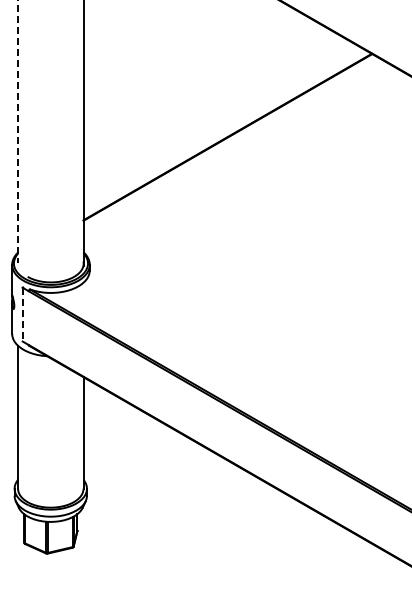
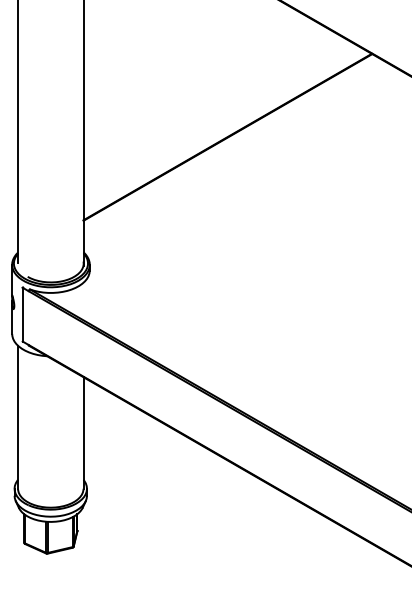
line at (18, 131): dashed -> solid
line at (22, 314): dashed -> solid
